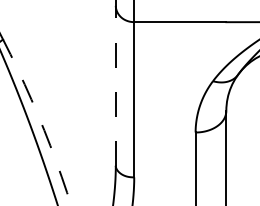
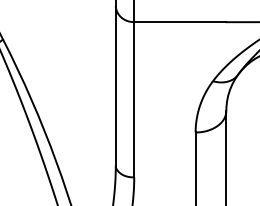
line at (115, 82): dashed -> solid
arc at (40, 121): dashed -> solid
